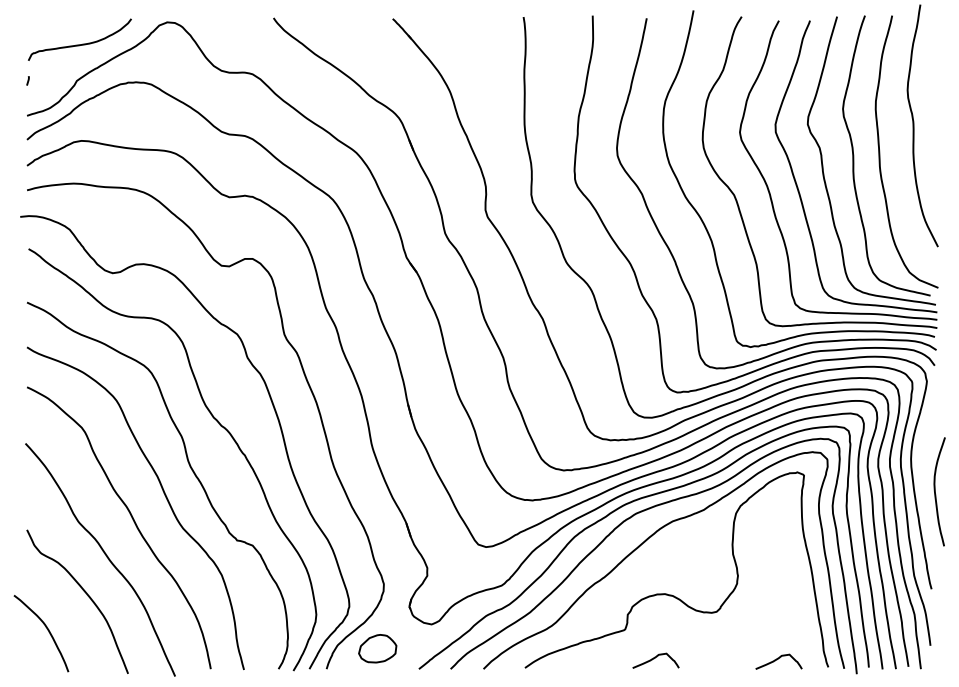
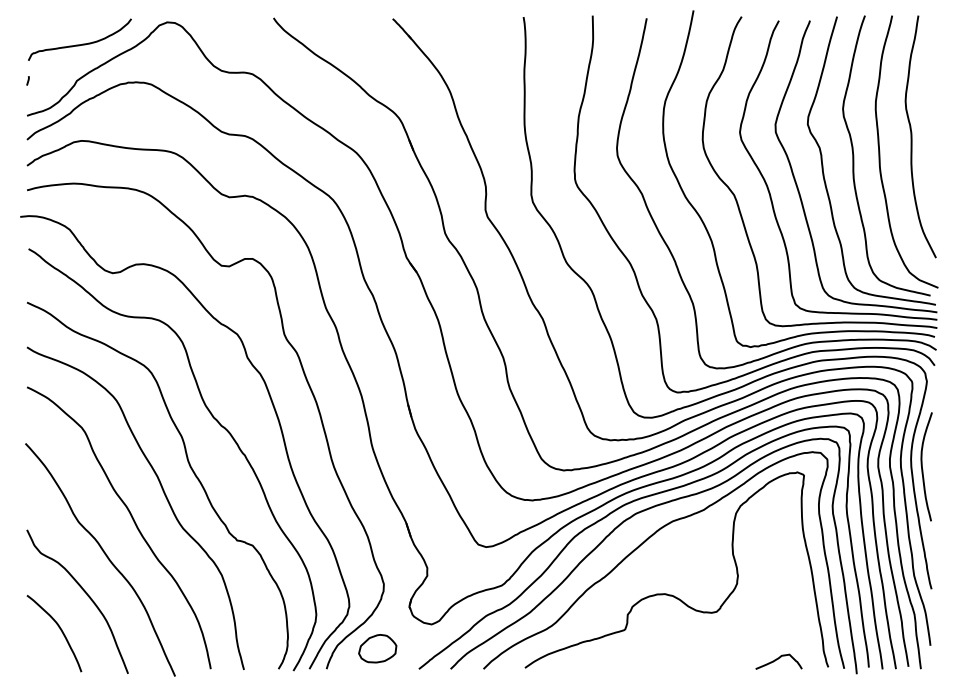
curve at (914, 125) position: (914, 125) -> (912, 136)
curve at (935, 491) position: (935, 491) -> (922, 466)
curve at (47, 630) position: (47, 630) -> (60, 630)
curve at (654, 659): present -> none
